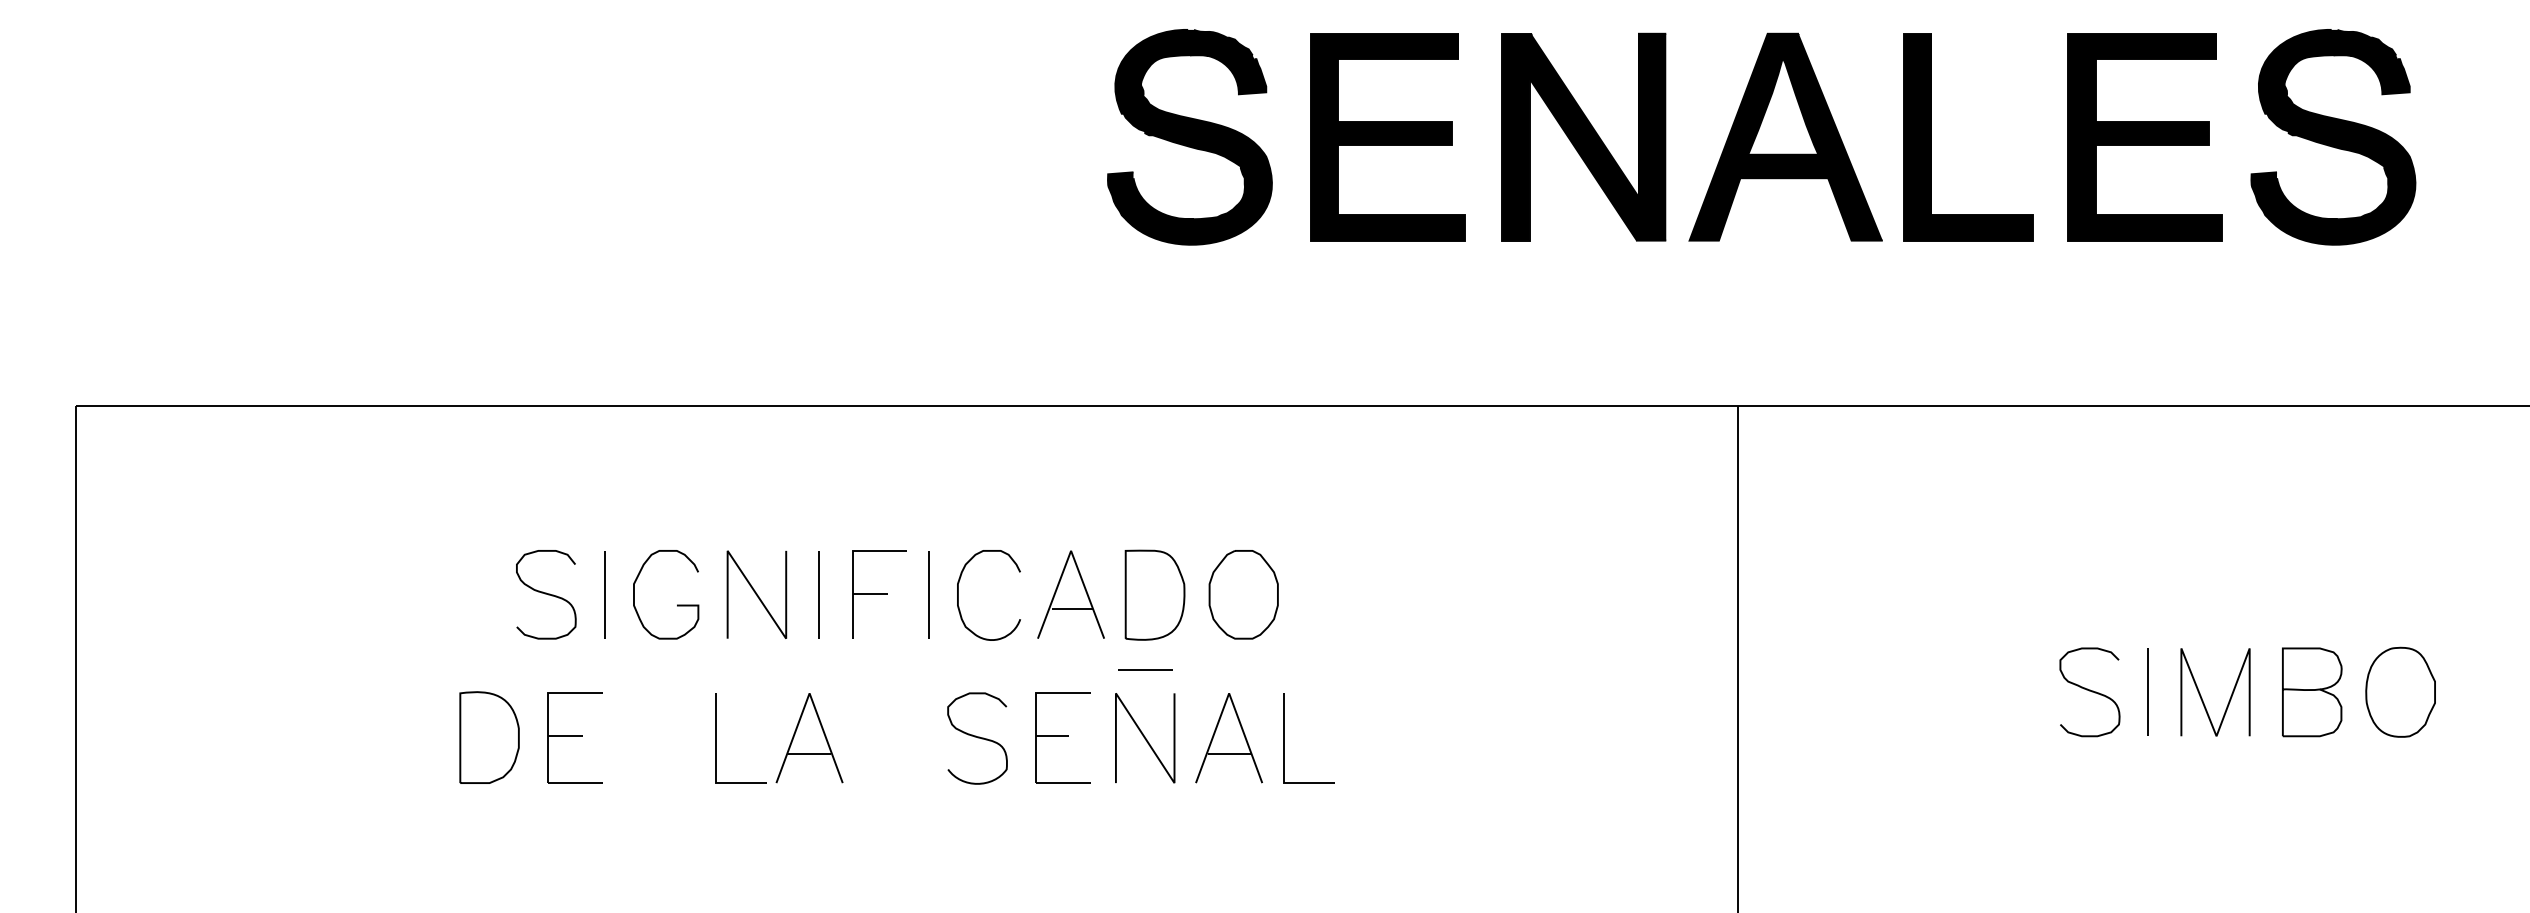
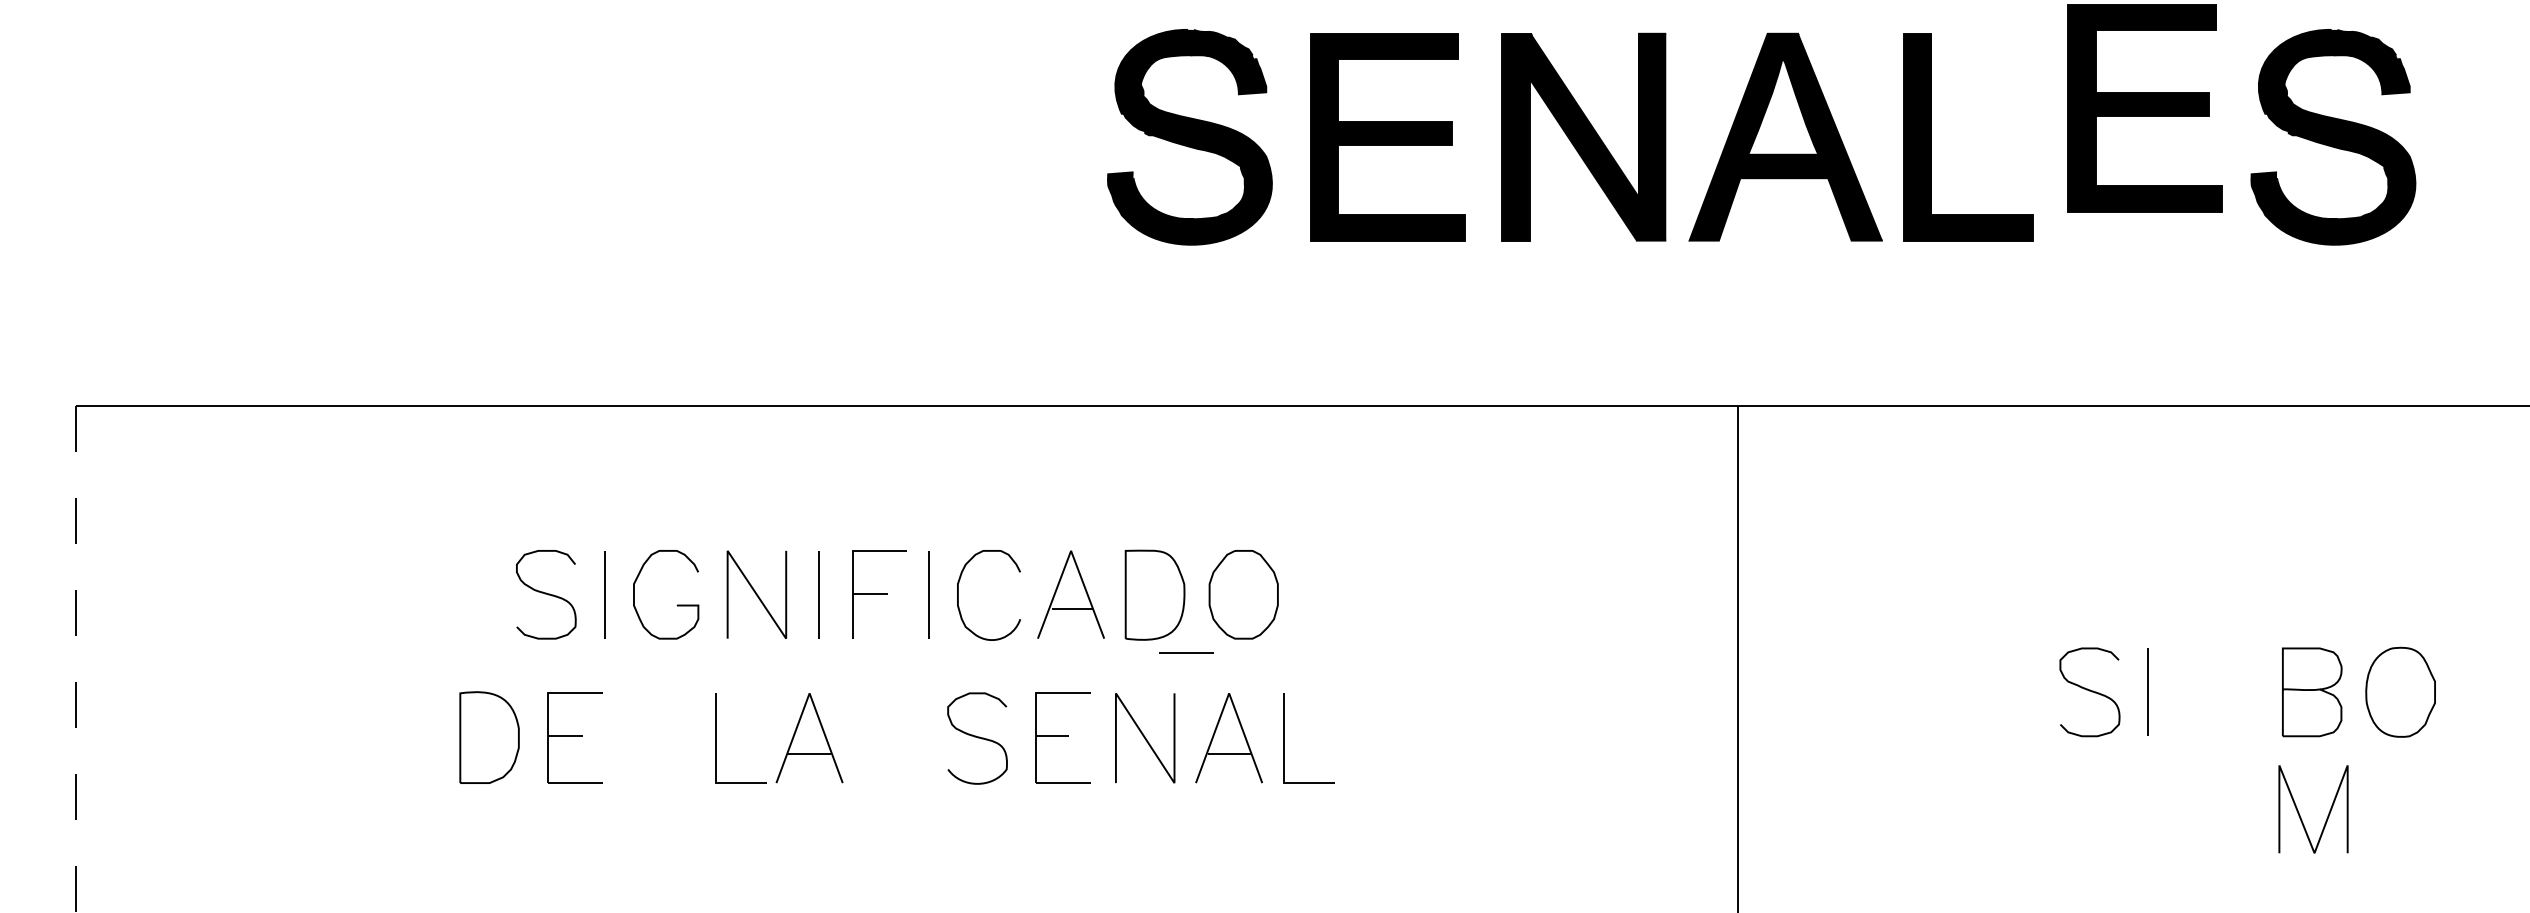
part at (2144, 137) position: (2144, 137) -> (2144, 108)
line at (75, 660): solid -> dashed
line at (1145, 669) position: (1145, 669) -> (1186, 652)
line at (2201, 695) position: (2201, 695) -> (2299, 812)
